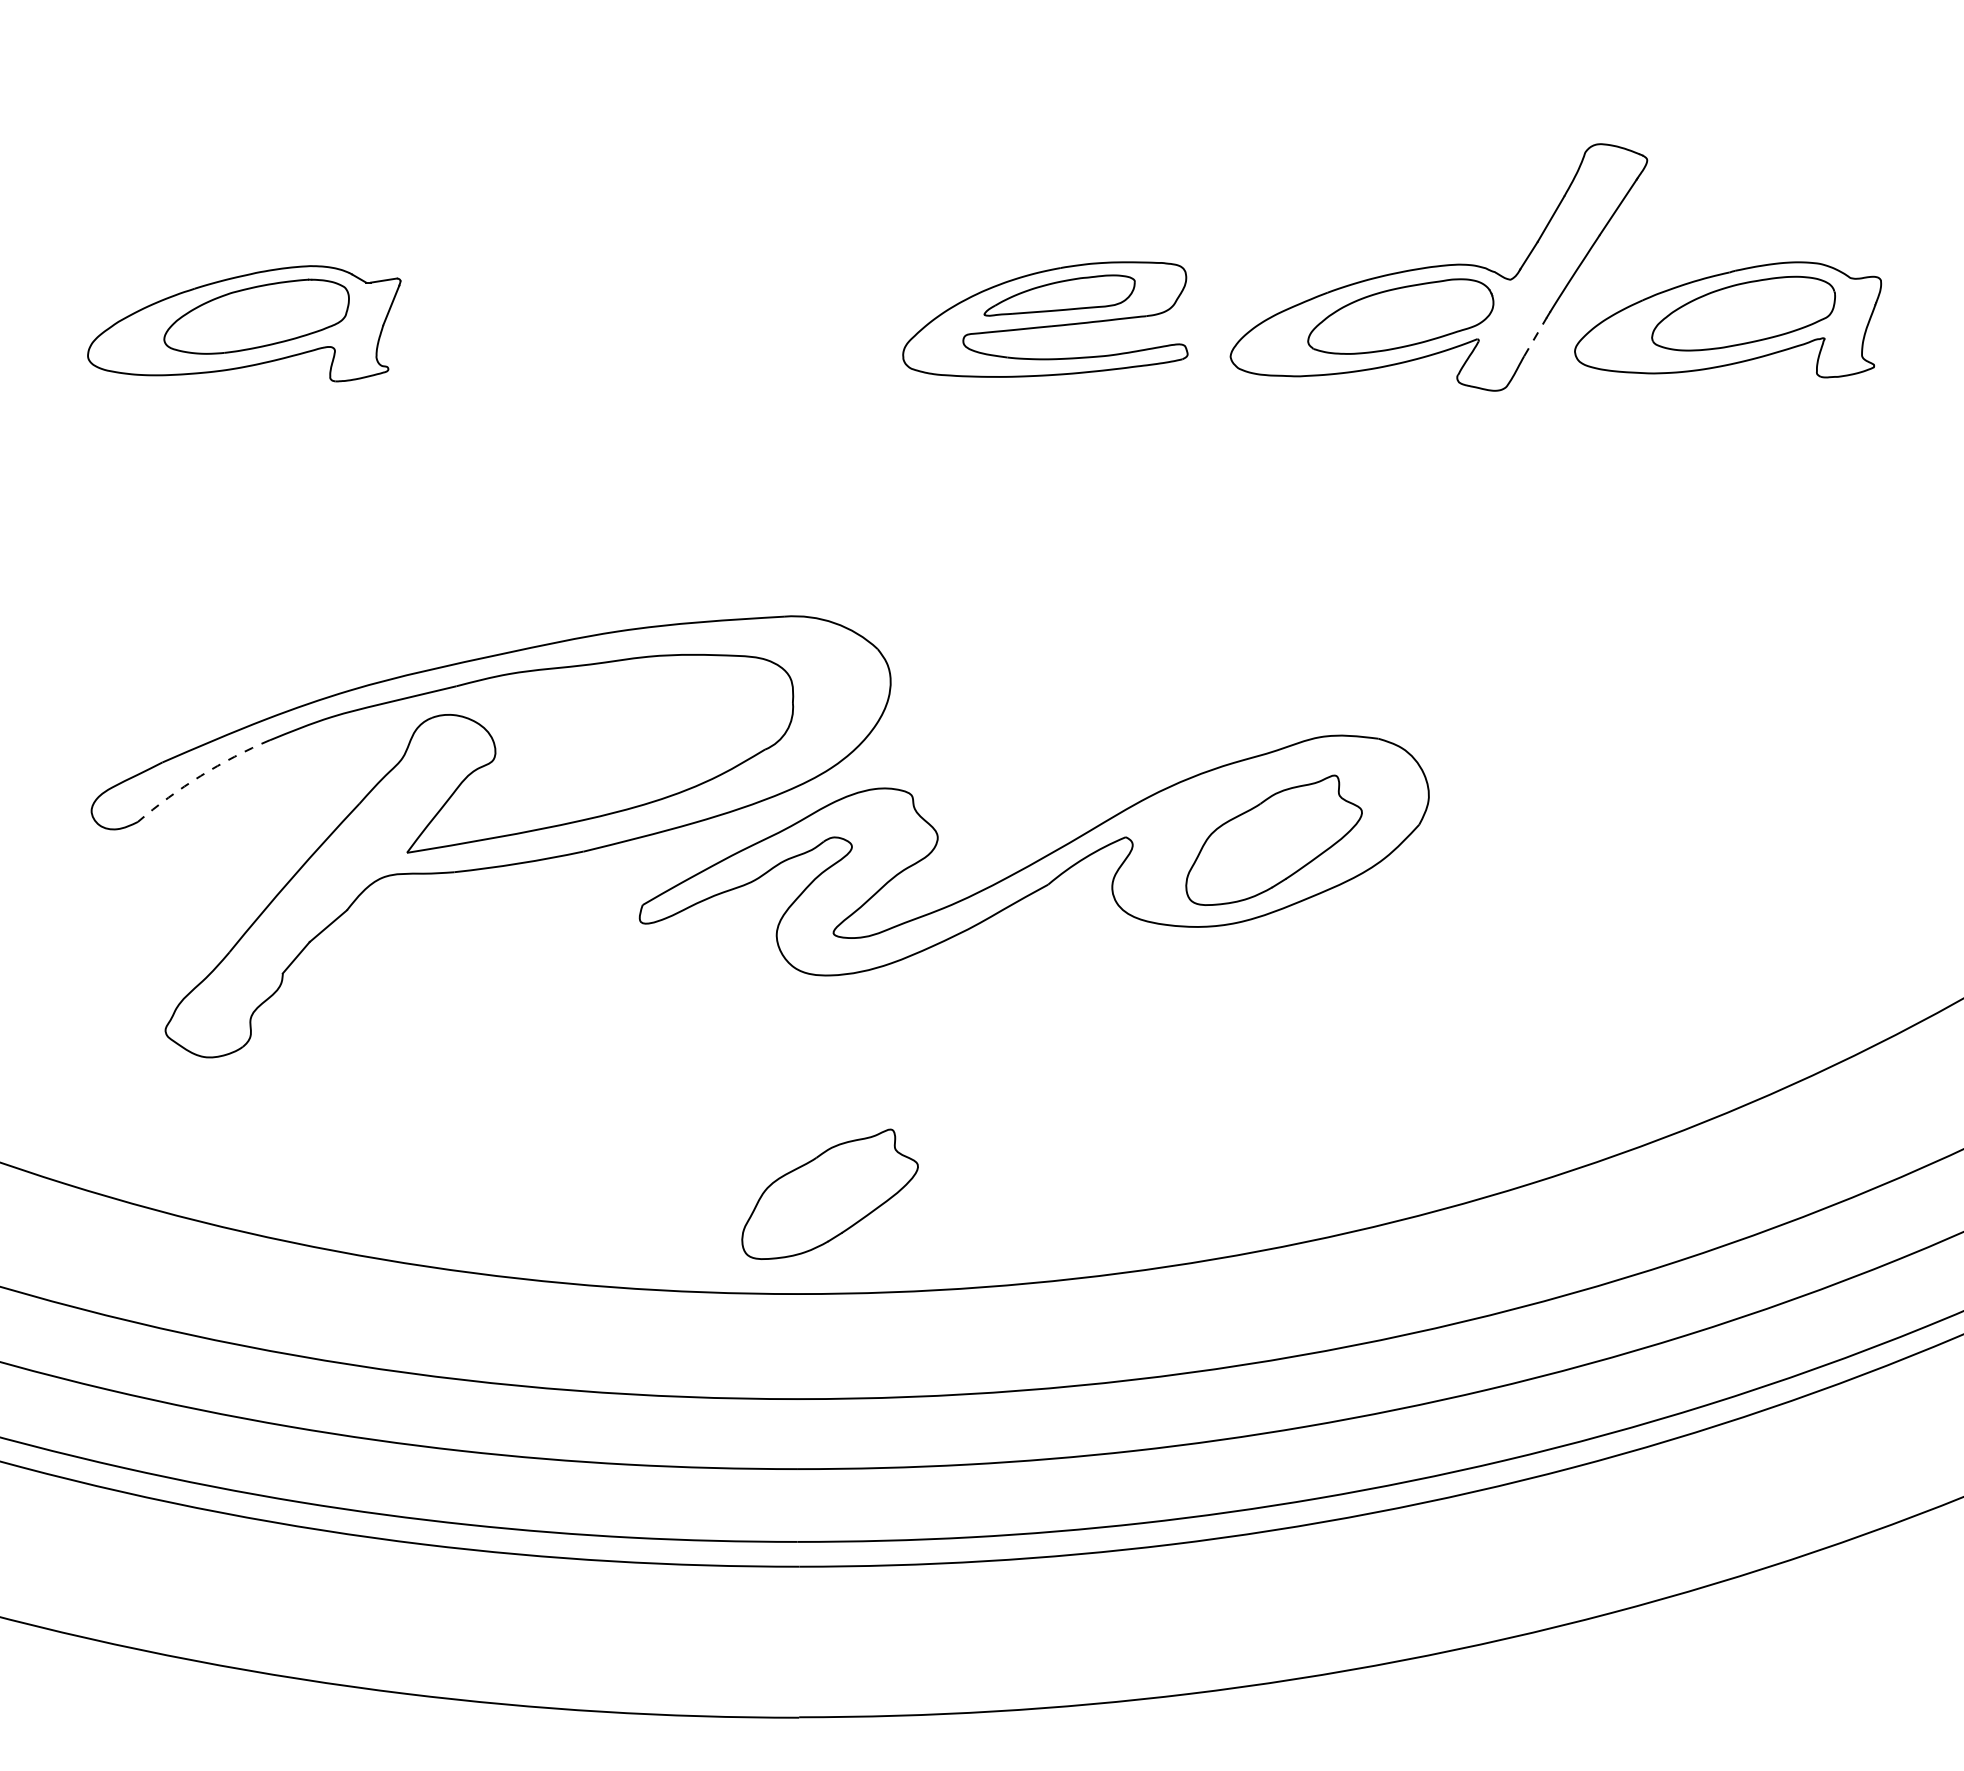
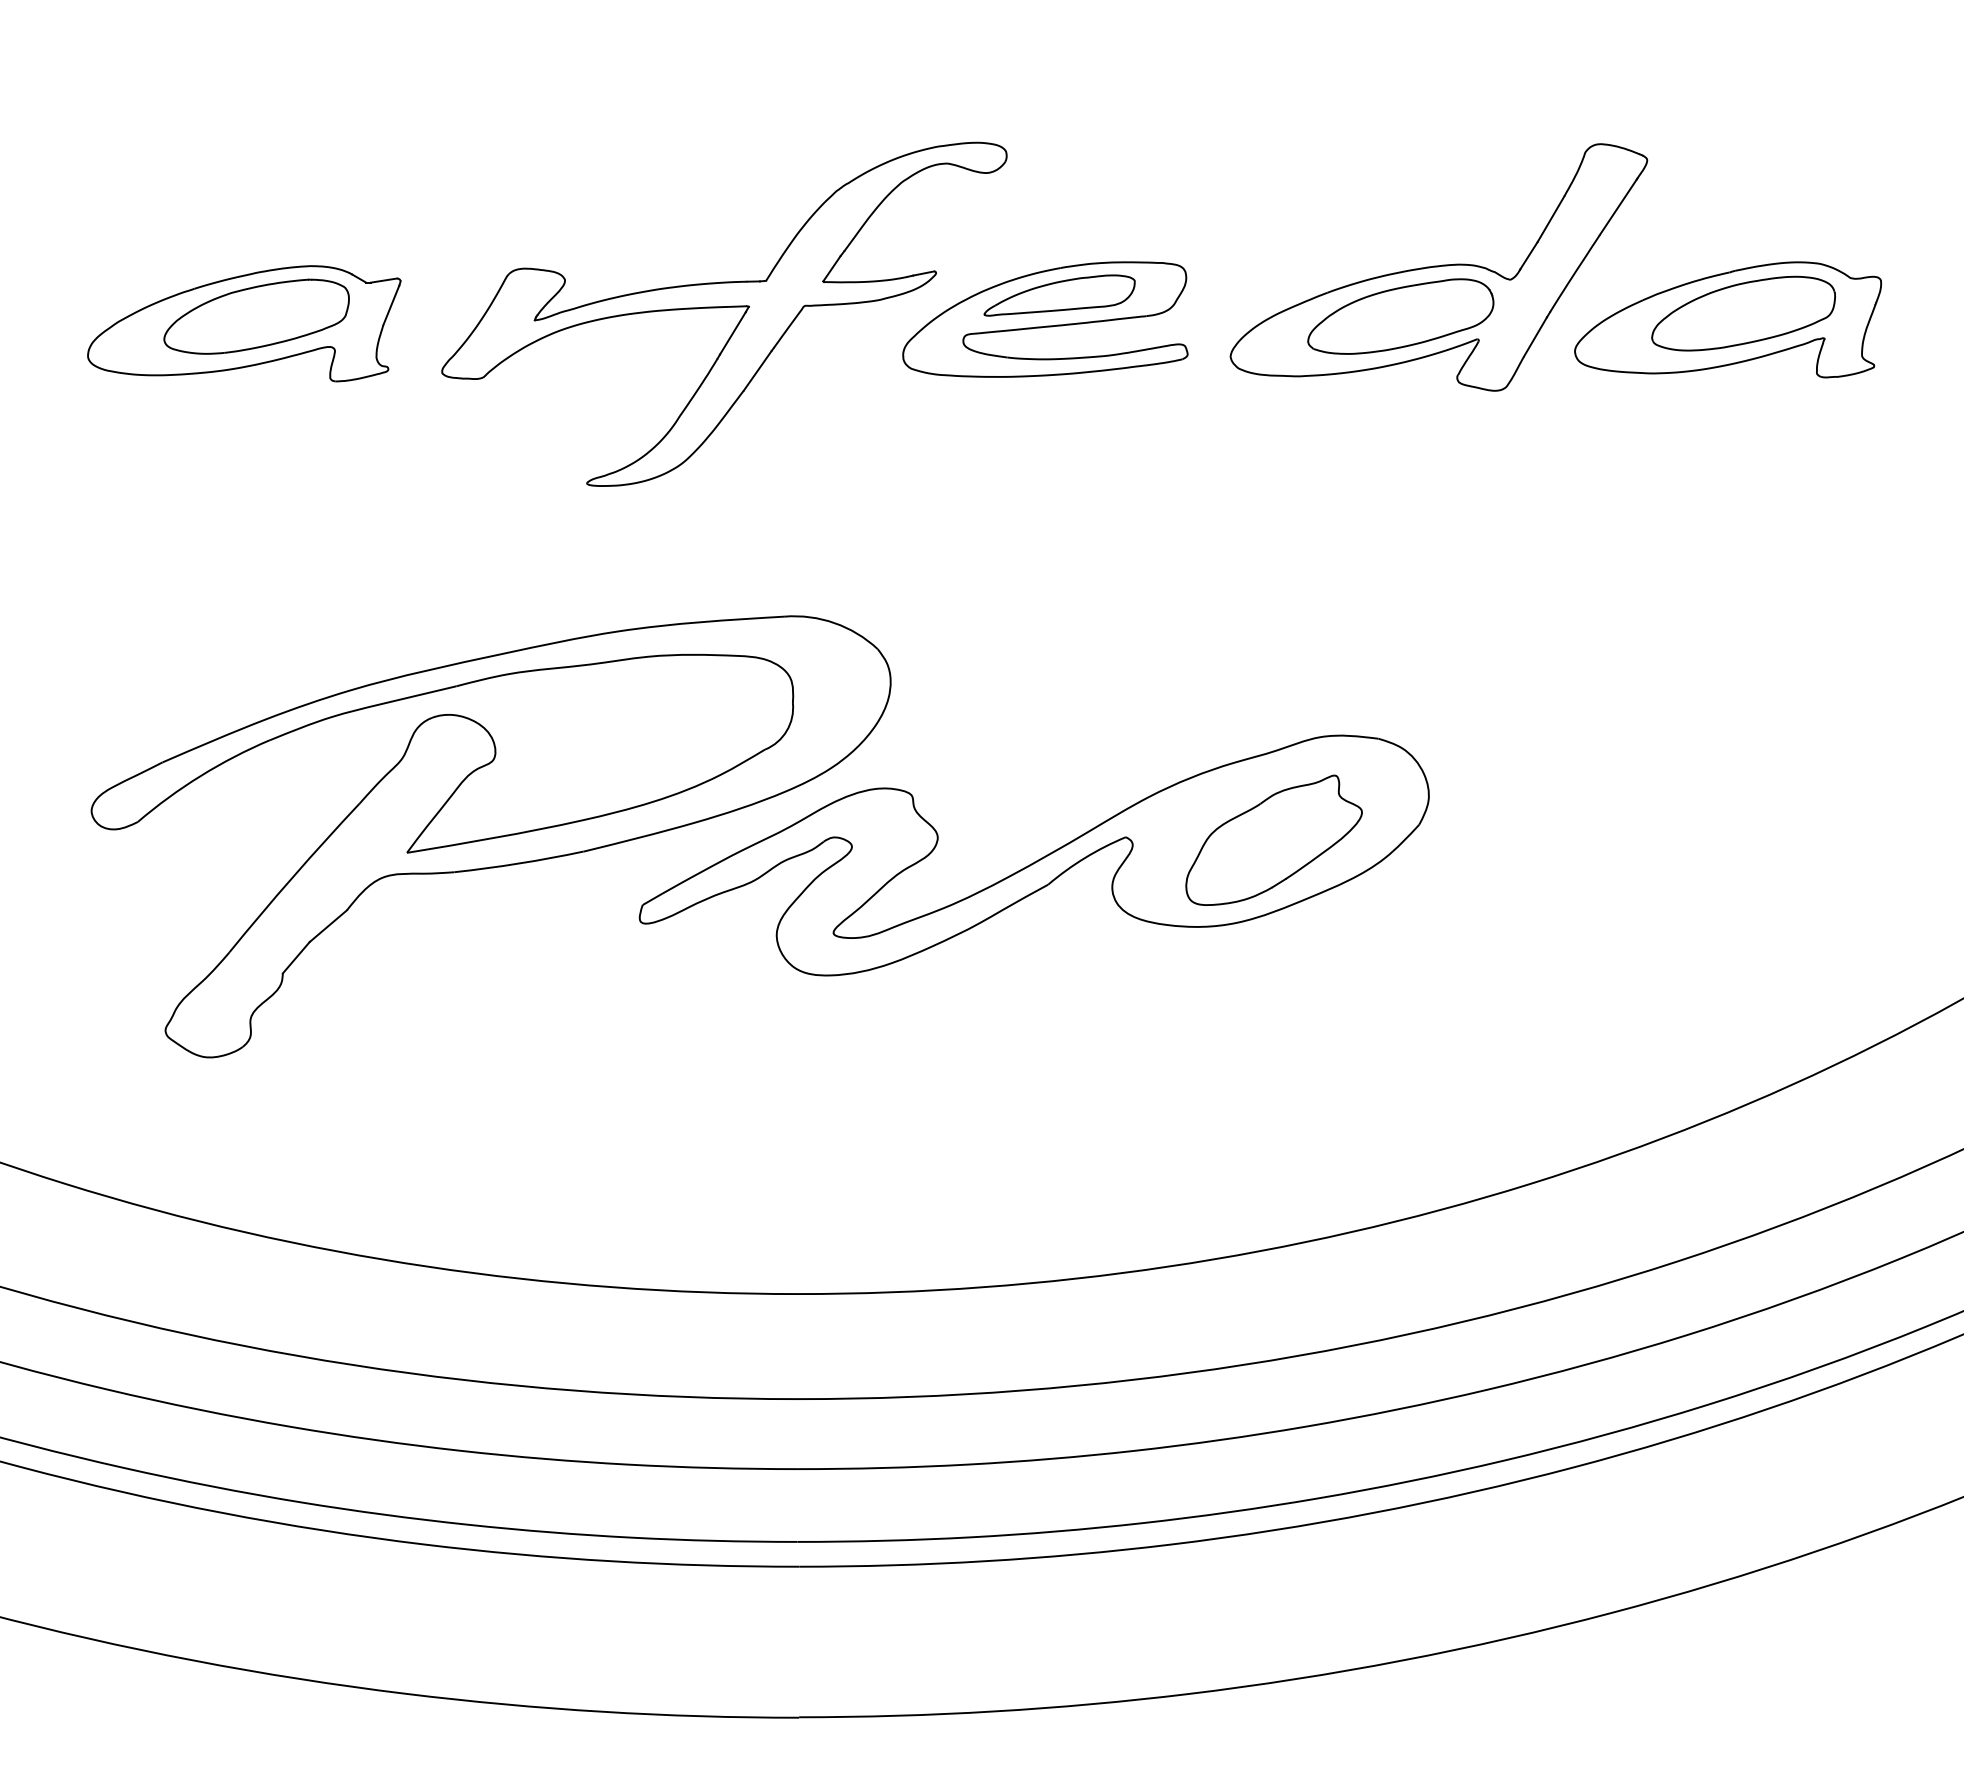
part at (724, 313): none -> present
line at (1535, 336): dashed -> solid
arc at (200, 775): dashed -> solid
part at (829, 1193): present -> none
